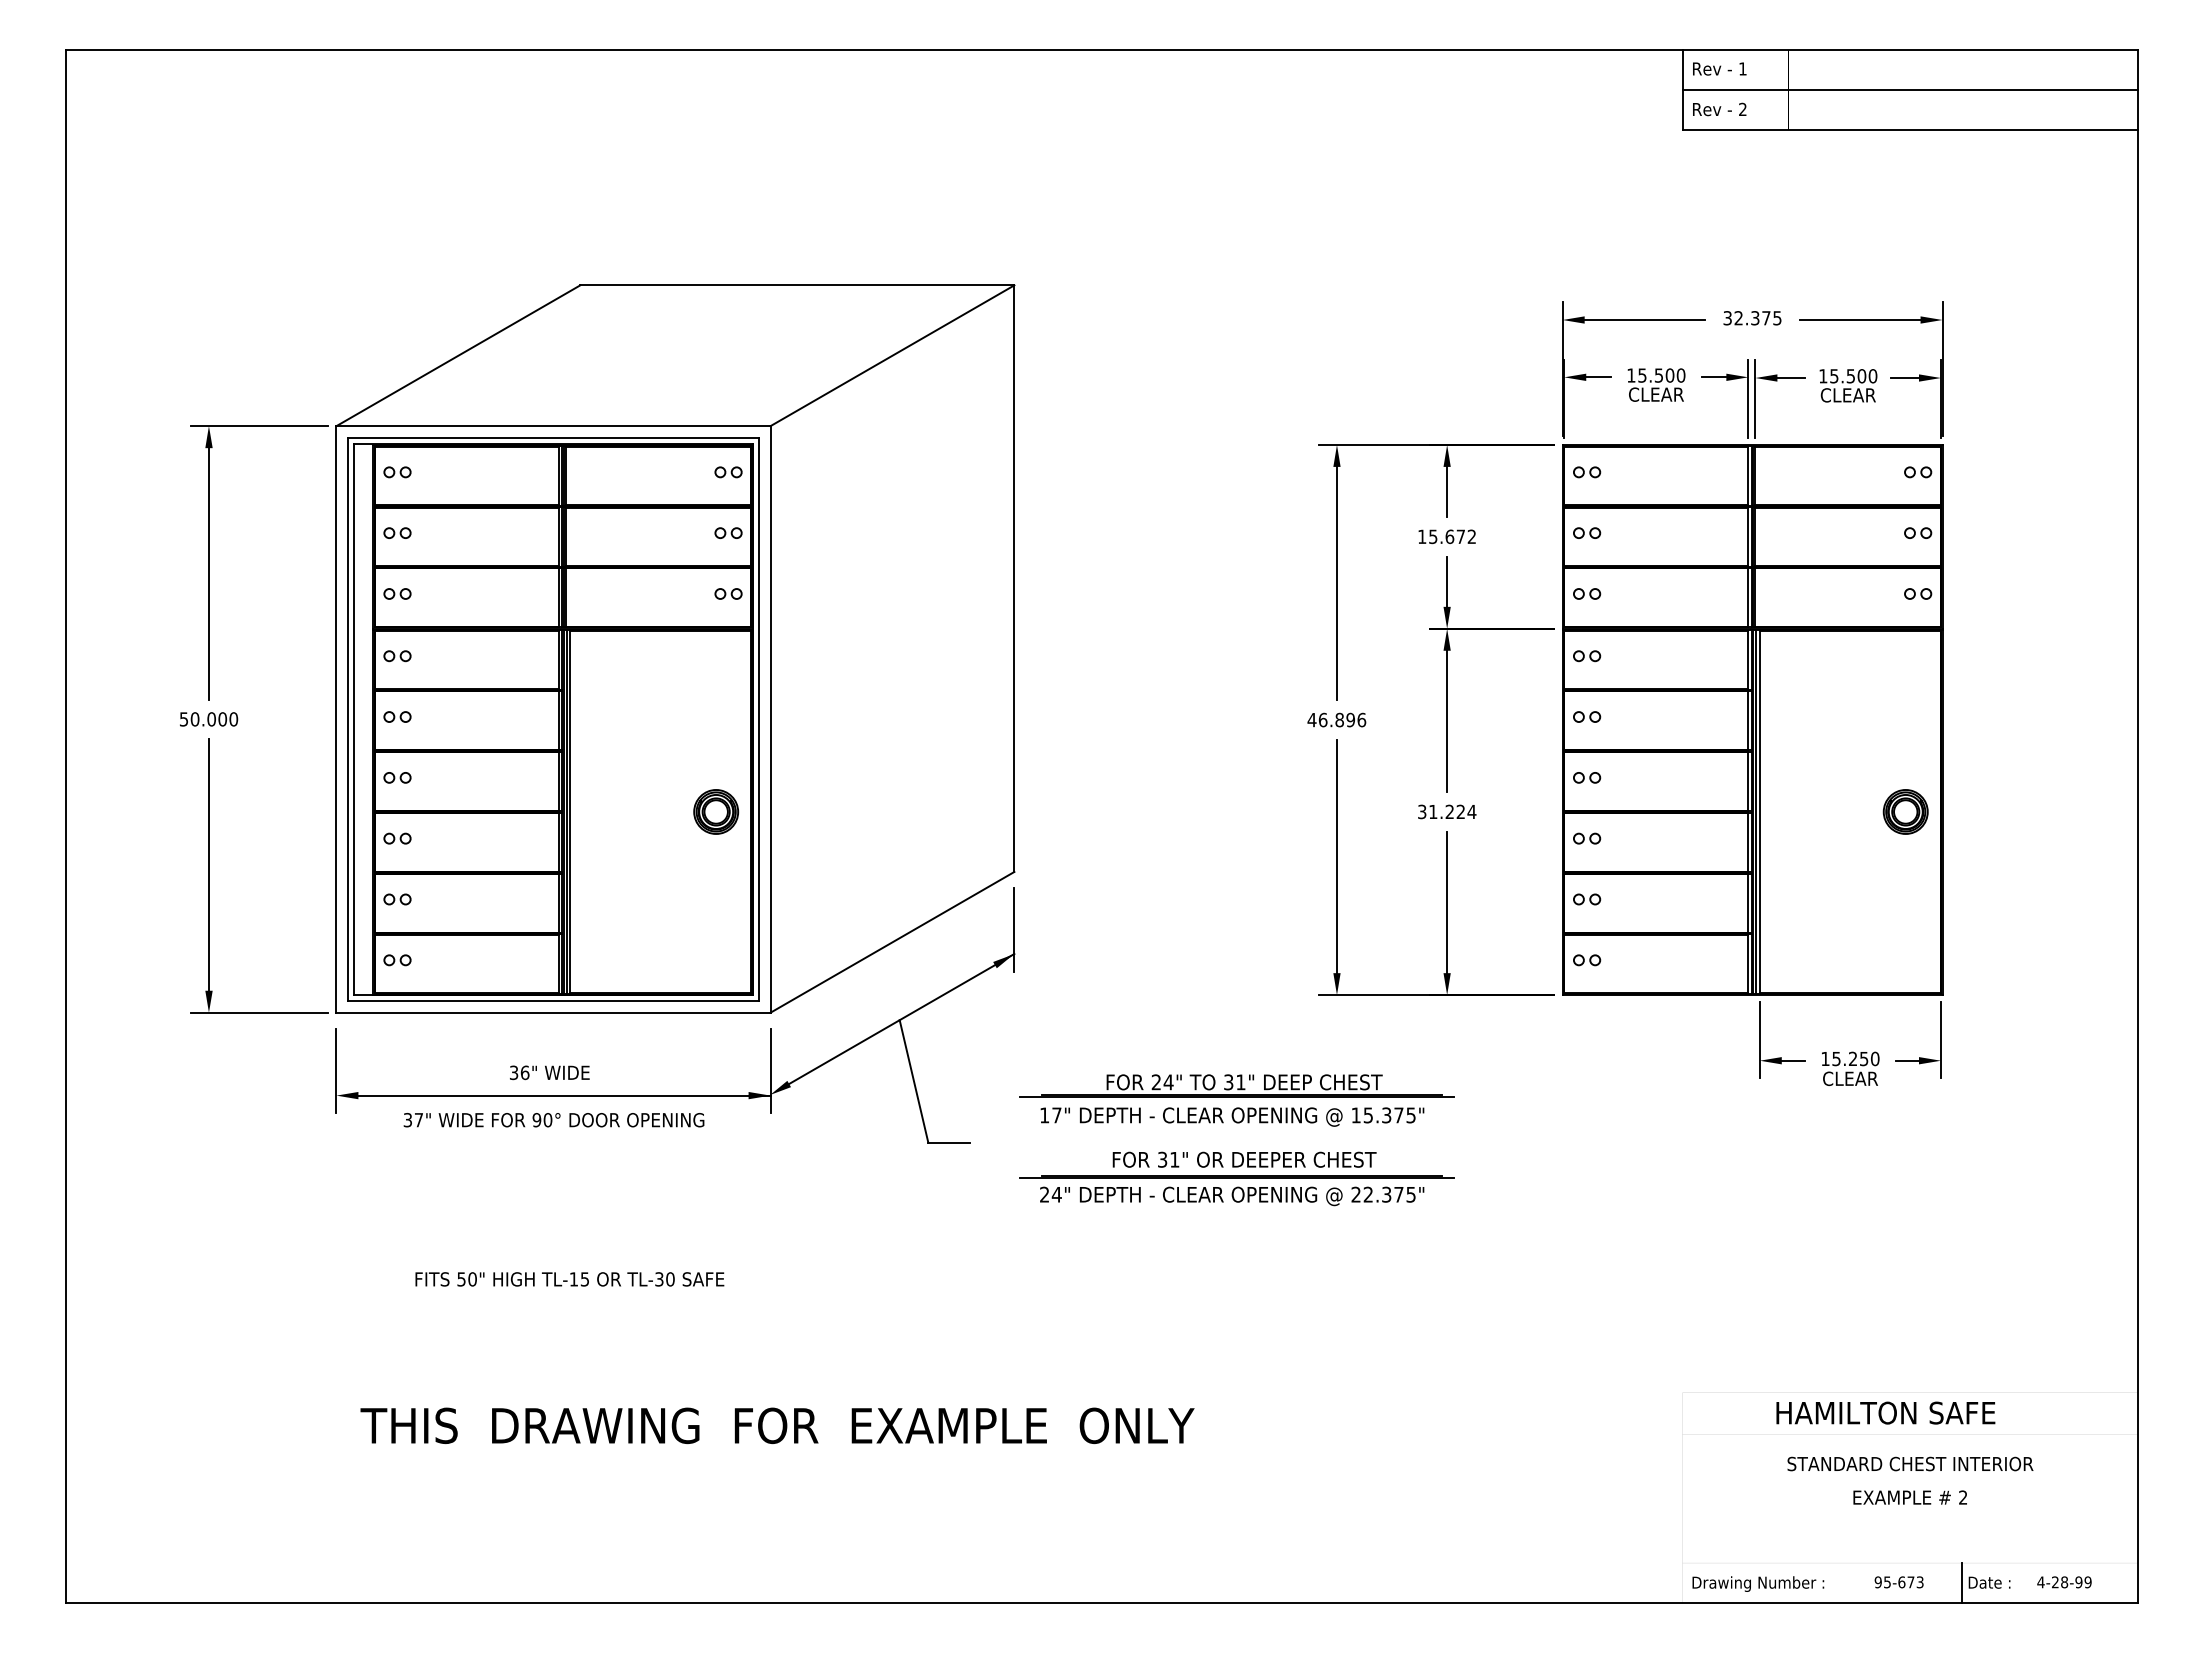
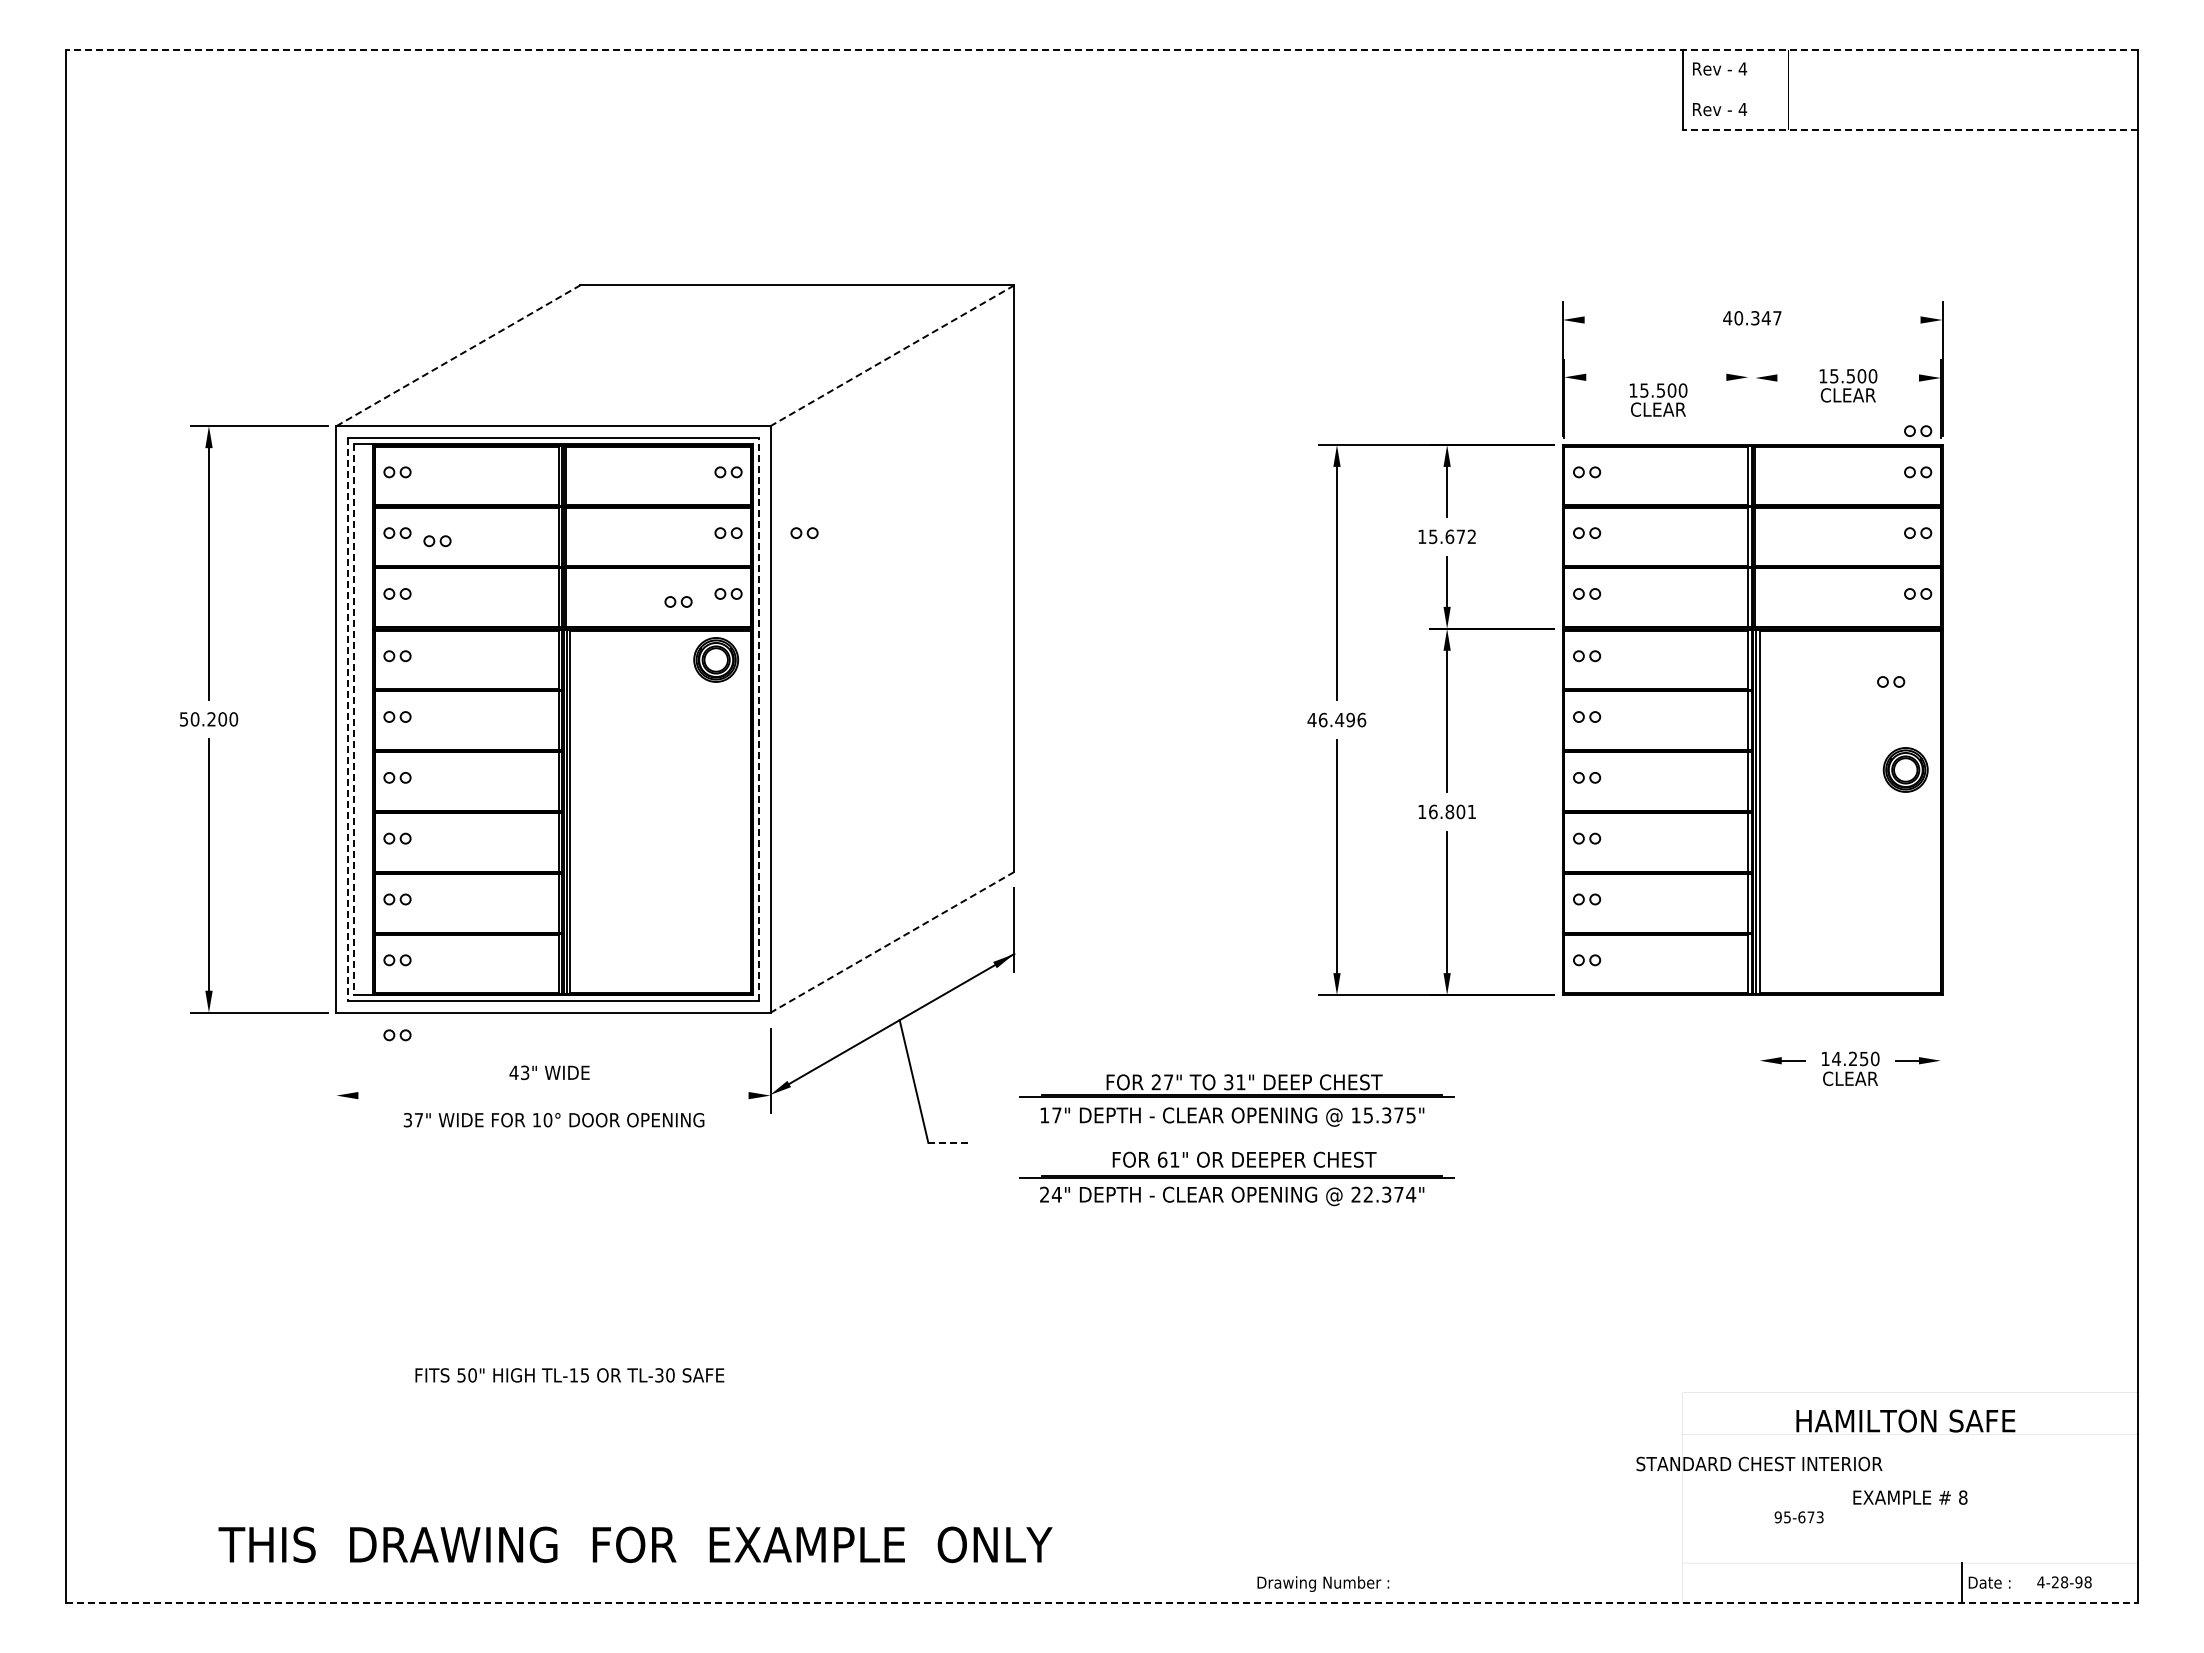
line at (1102, 49): solid -> dashed
text at (1742, 68): 1 -> 4
line at (1909, 90): present -> none
text at (1742, 108): 2 -> 4
line at (1910, 130): solid -> dashed
text at (1752, 318): 32.375 -> 40.347
line at (1644, 320): present -> none
line at (1860, 320): present -> none
line at (458, 355): solid -> dashed
line at (892, 355): solid -> dashed
line at (1598, 377): present -> none
line at (1713, 377): present -> none
line at (1791, 378): present -> none
line at (1904, 378): present -> none
text at (1656, 384) position: (1656, 384) -> (1658, 399)
line at (1748, 398): present -> none
line at (1755, 398): present -> none
part at (1918, 430): none -> present
part at (804, 532): none -> present
part at (437, 541): none -> present
part at (678, 601): none -> present
part at (1891, 681): none -> present
text at (211, 719): 50.000 -> 50.200
line at (348, 719): solid -> dashed
line at (354, 719): solid -> dashed
line at (758, 719): solid -> dashed
text at (1339, 719): 46.896 -> 46.496
part at (716, 811) position: (716, 811) -> (716, 659)
text at (1447, 811): 31.224 -> 16.801
part at (1905, 811) position: (1905, 811) -> (1905, 769)
line at (892, 942): solid -> dashed
part at (397, 1035): none -> present
line at (1759, 1040): present -> none
line at (1940, 1040): present -> none
text at (1836, 1059): 15.250 -> 14.250
line at (336, 1071): present -> none
text at (519, 1072): 36" -> 43"
text at (1168, 1082): 24" -> 27"
line at (564, 1095): present -> none
text at (536, 1120): 90° -> 10°
line at (949, 1142): solid -> dashed
text at (1162, 1159): 31" -> 61"
text at (1411, 1194): 22.375" -> 22.374"
text at (569, 1279) position: (569, 1279) -> (569, 1375)
text at (1885, 1412) position: (1885, 1412) -> (1905, 1420)
text at (777, 1425) position: (777, 1425) -> (635, 1544)
text at (1910, 1463) position: (1910, 1463) -> (1759, 1463)
text at (1963, 1497): 2 -> 8
text at (1898, 1582) position: (1898, 1582) -> (1798, 1517)
text at (2087, 1582): 4-28-99 -> 4-28-98
text at (1758, 1583) position: (1758, 1583) -> (1323, 1583)
line at (1102, 1603): solid -> dashed
